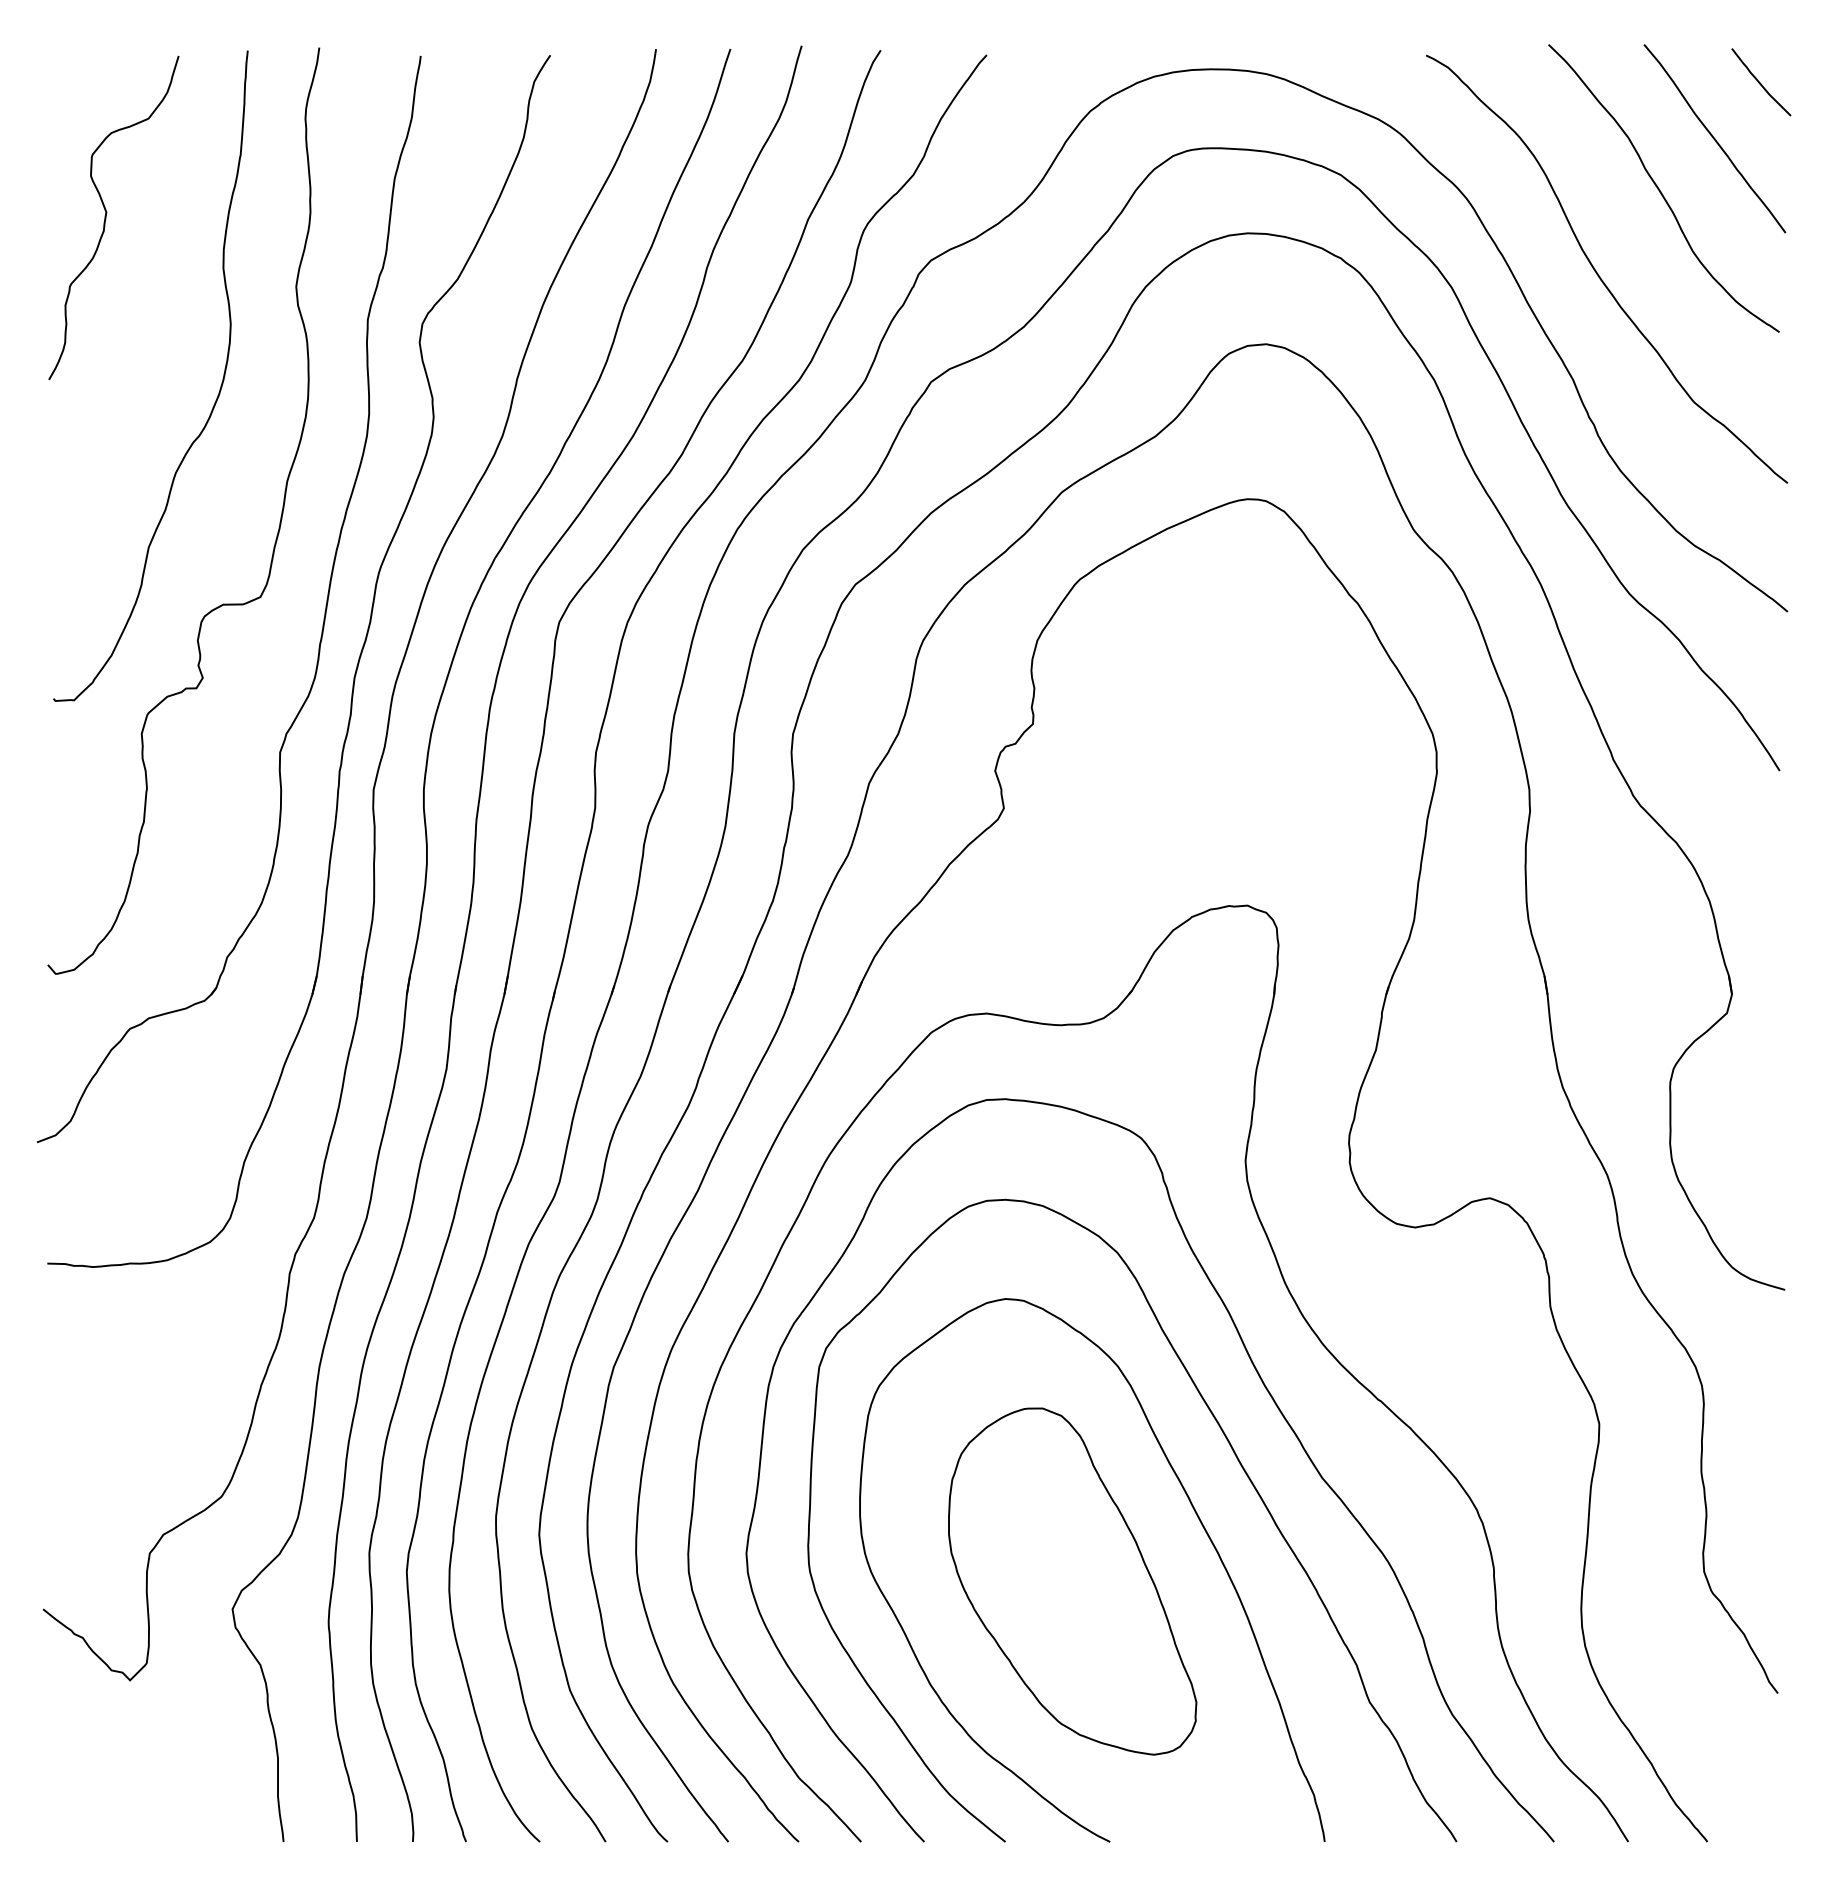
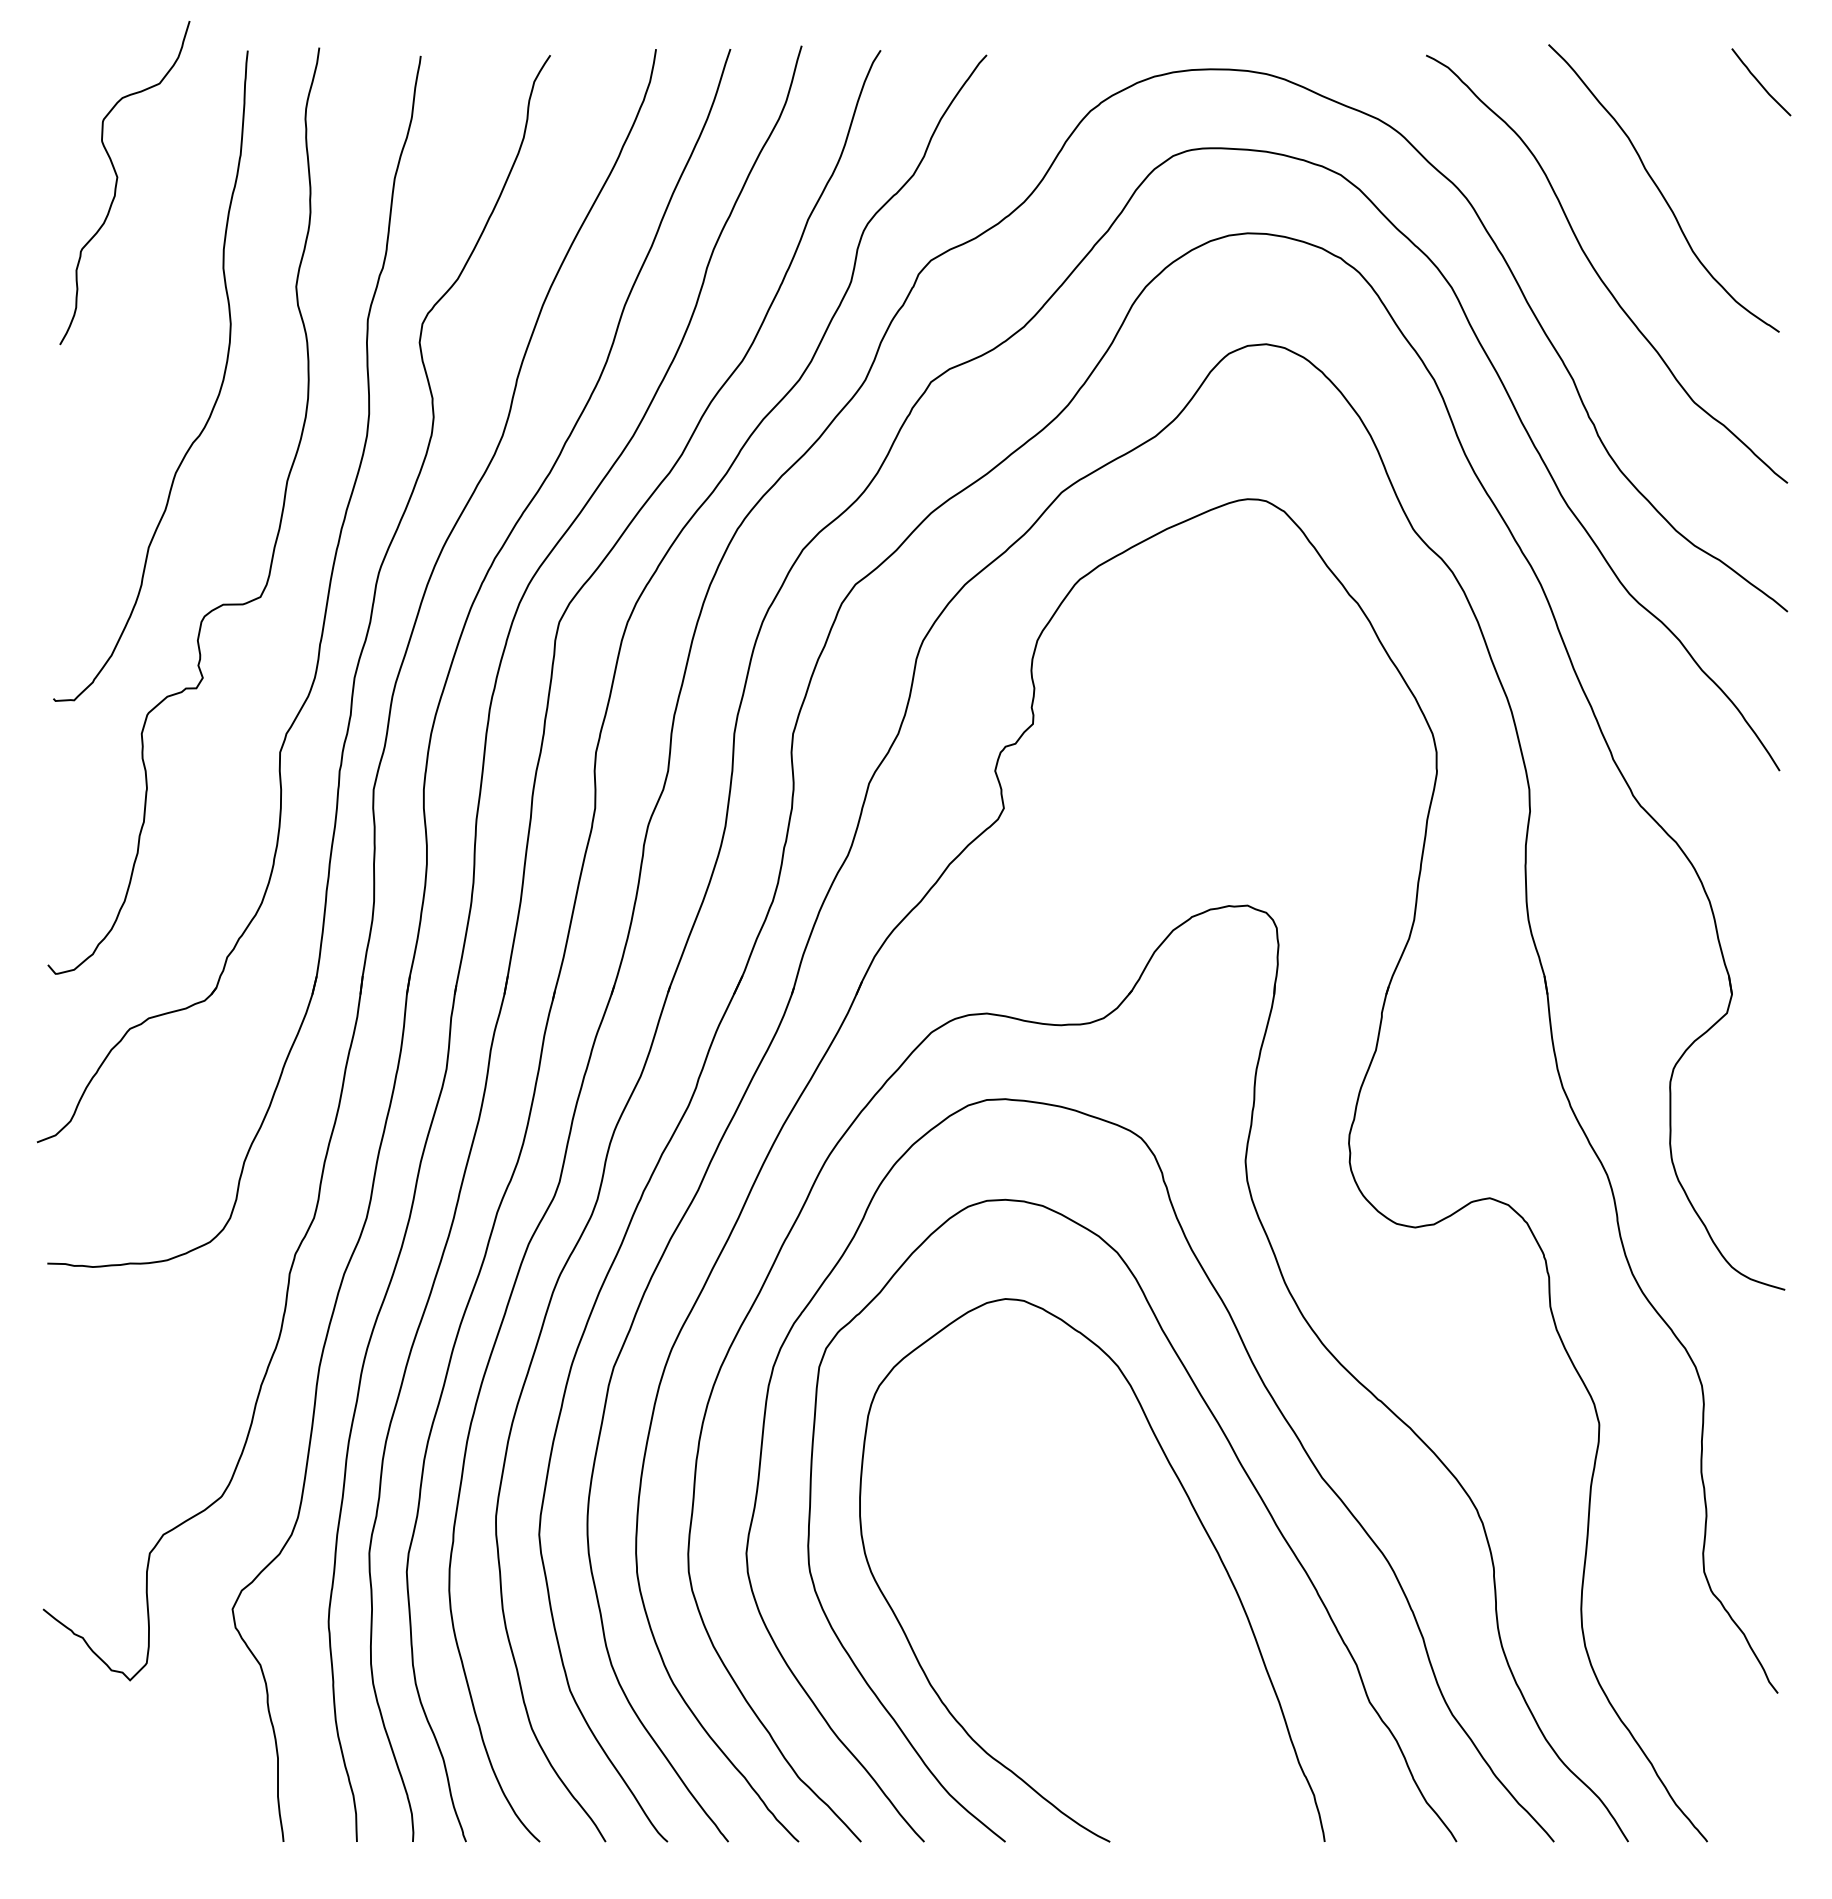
curve at (1714, 138): present -> none
curve at (106, 218) position: (106, 218) -> (117, 183)
part at (1072, 1581): present -> none
